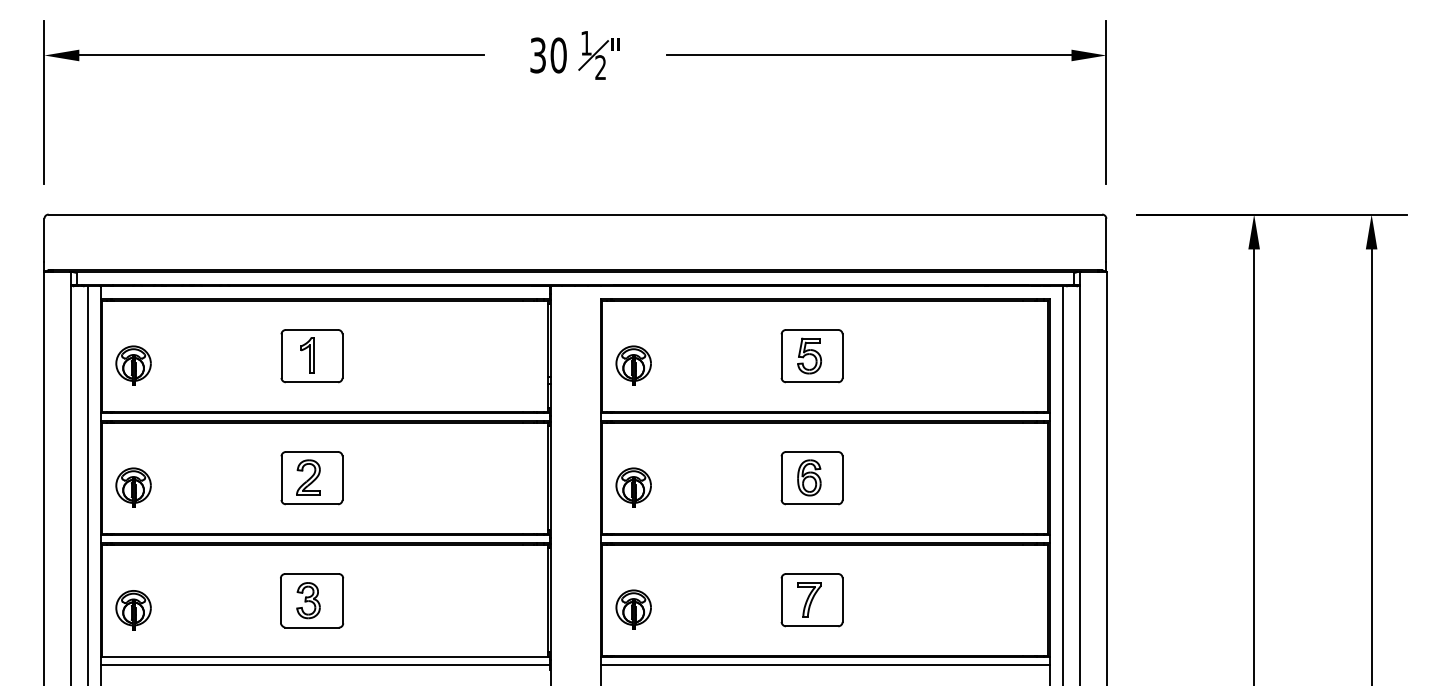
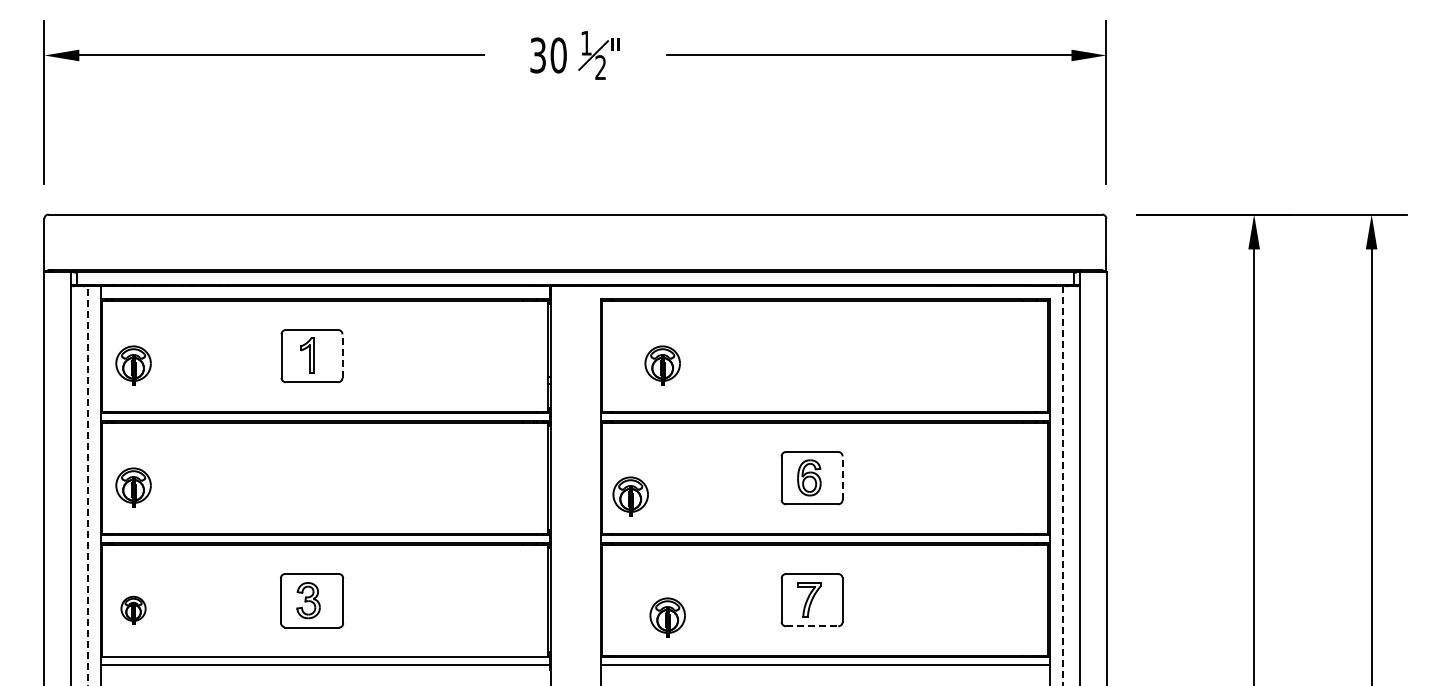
line at (342, 356): solid -> dashed
part at (811, 356): present -> none
part at (633, 365) position: (633, 365) -> (662, 365)
part at (311, 478): present -> none
line at (842, 478): solid -> dashed
line at (87, 485): solid -> dashed
line at (1063, 486): solid -> dashed
part at (633, 487) position: (633, 487) -> (630, 496)
part at (633, 609) position: (633, 609) -> (667, 617)
part at (133, 610) size: 37x41 px -> 27x30 px
line at (812, 626): solid -> dashed
